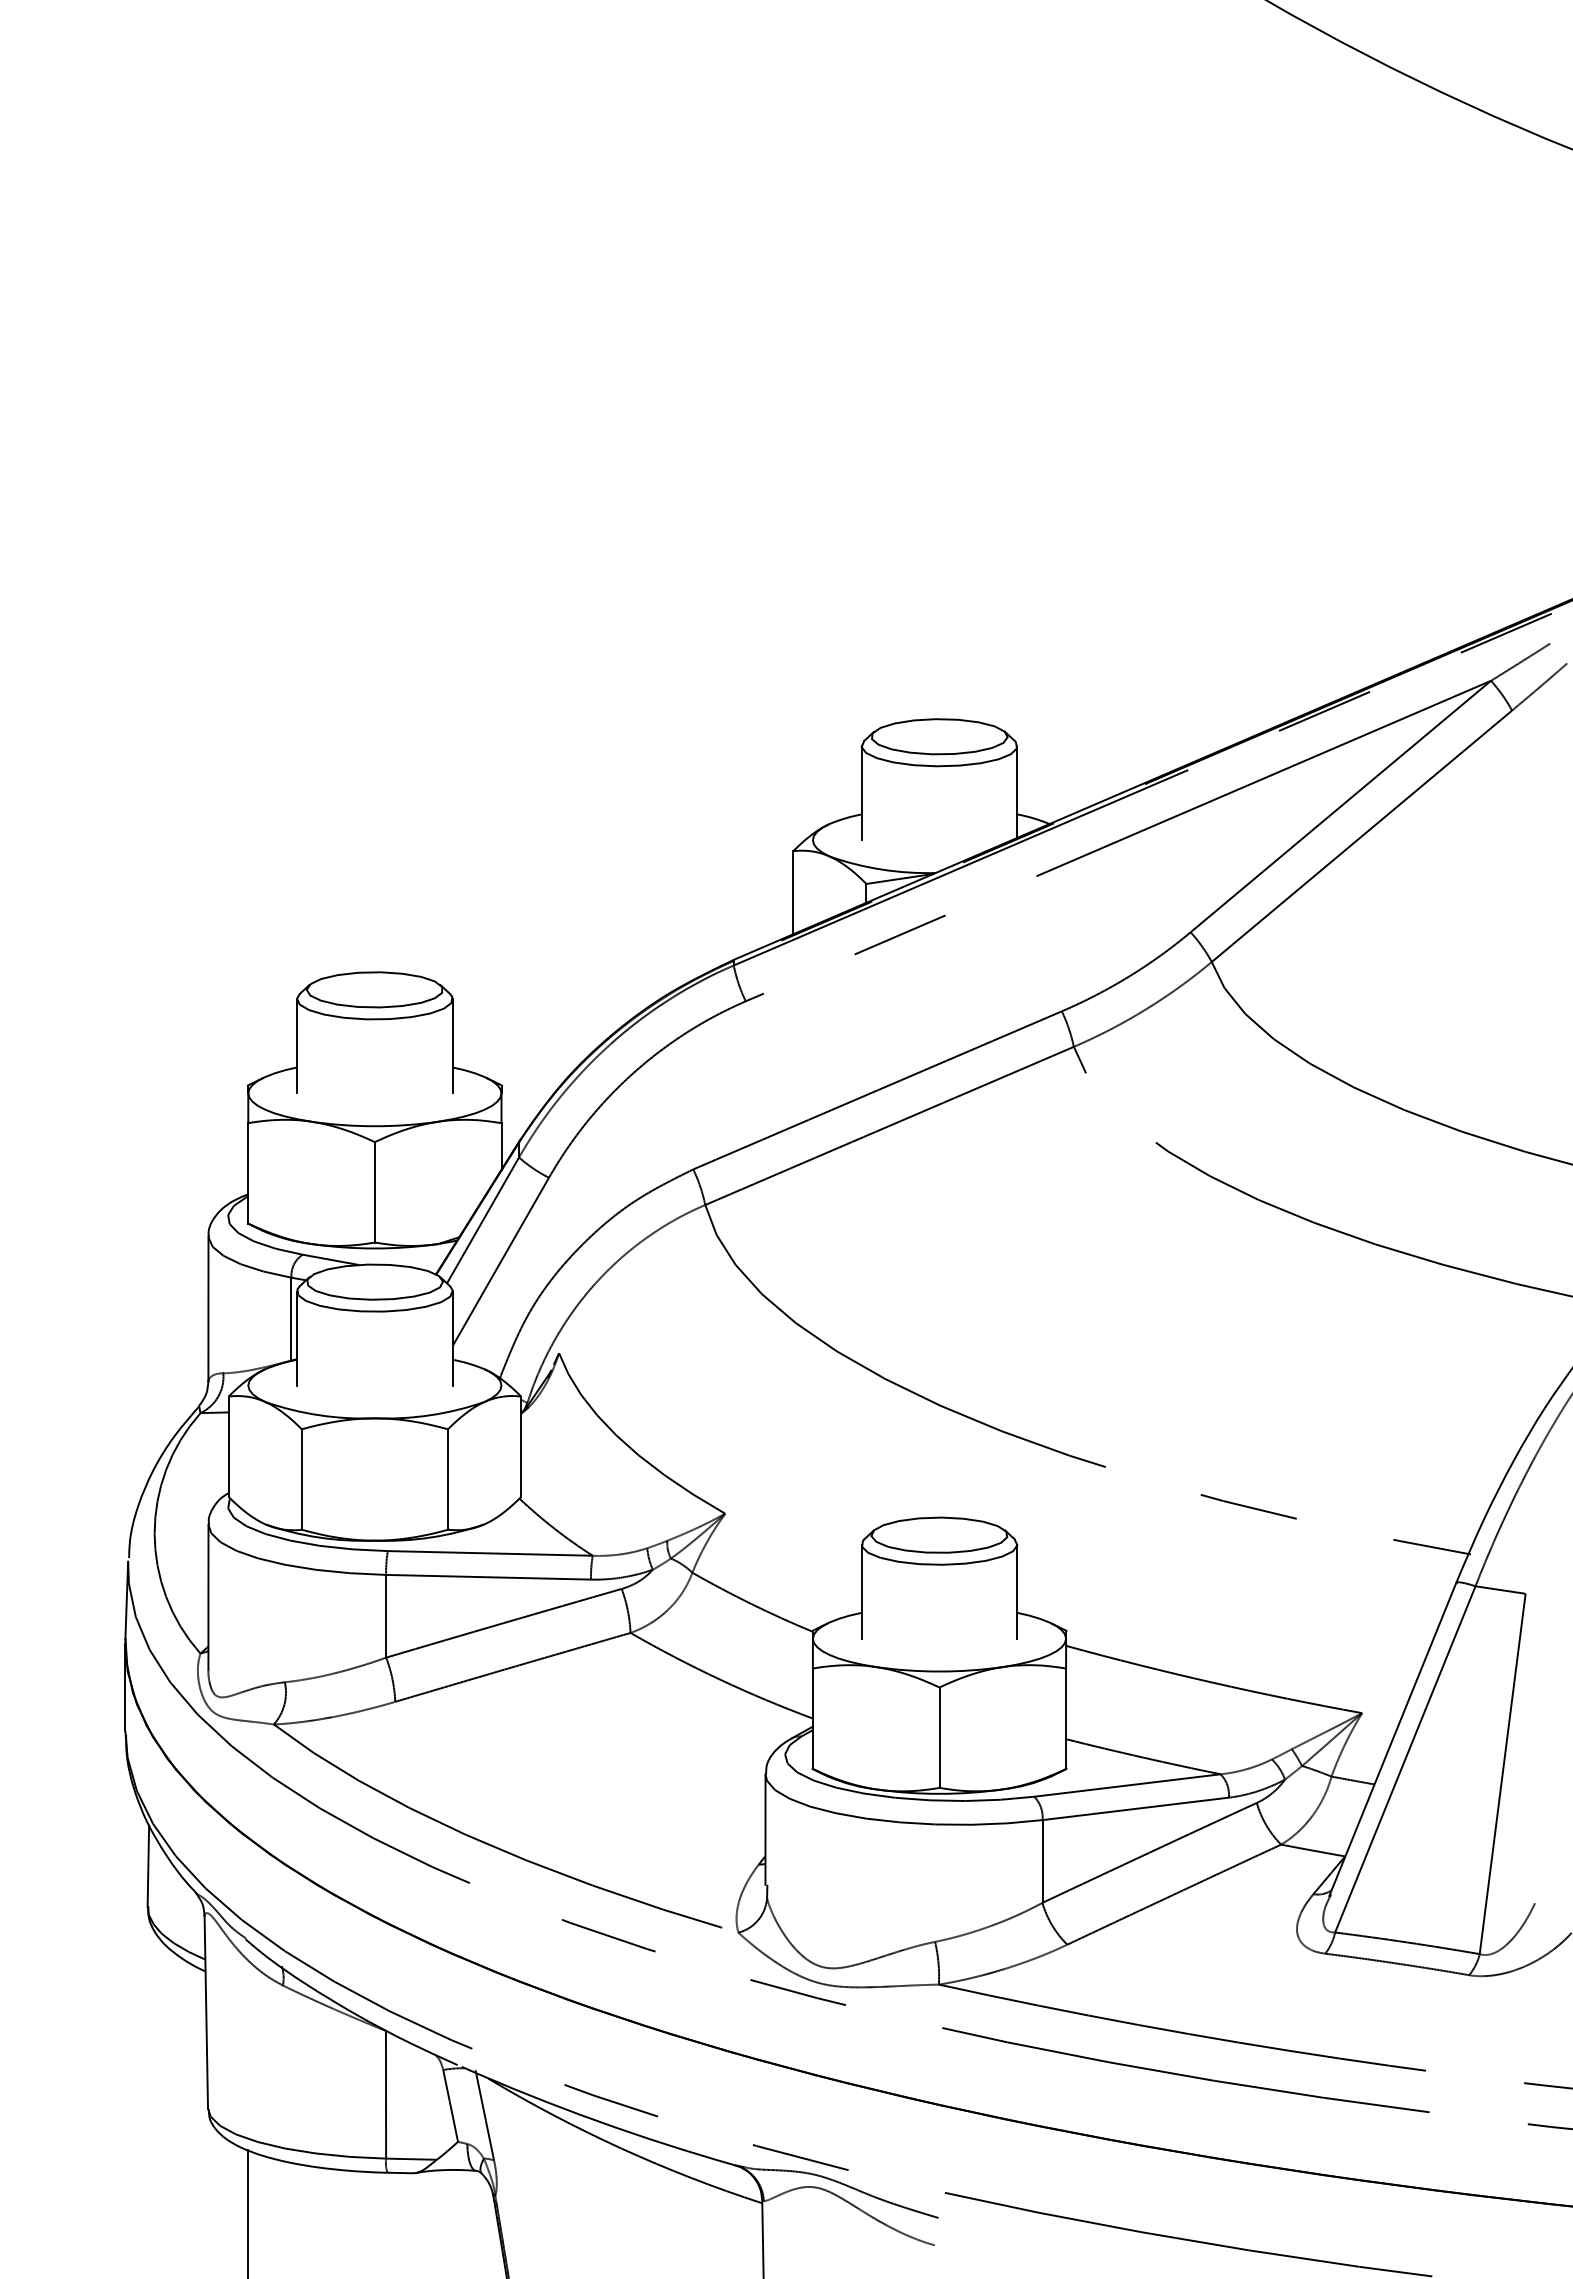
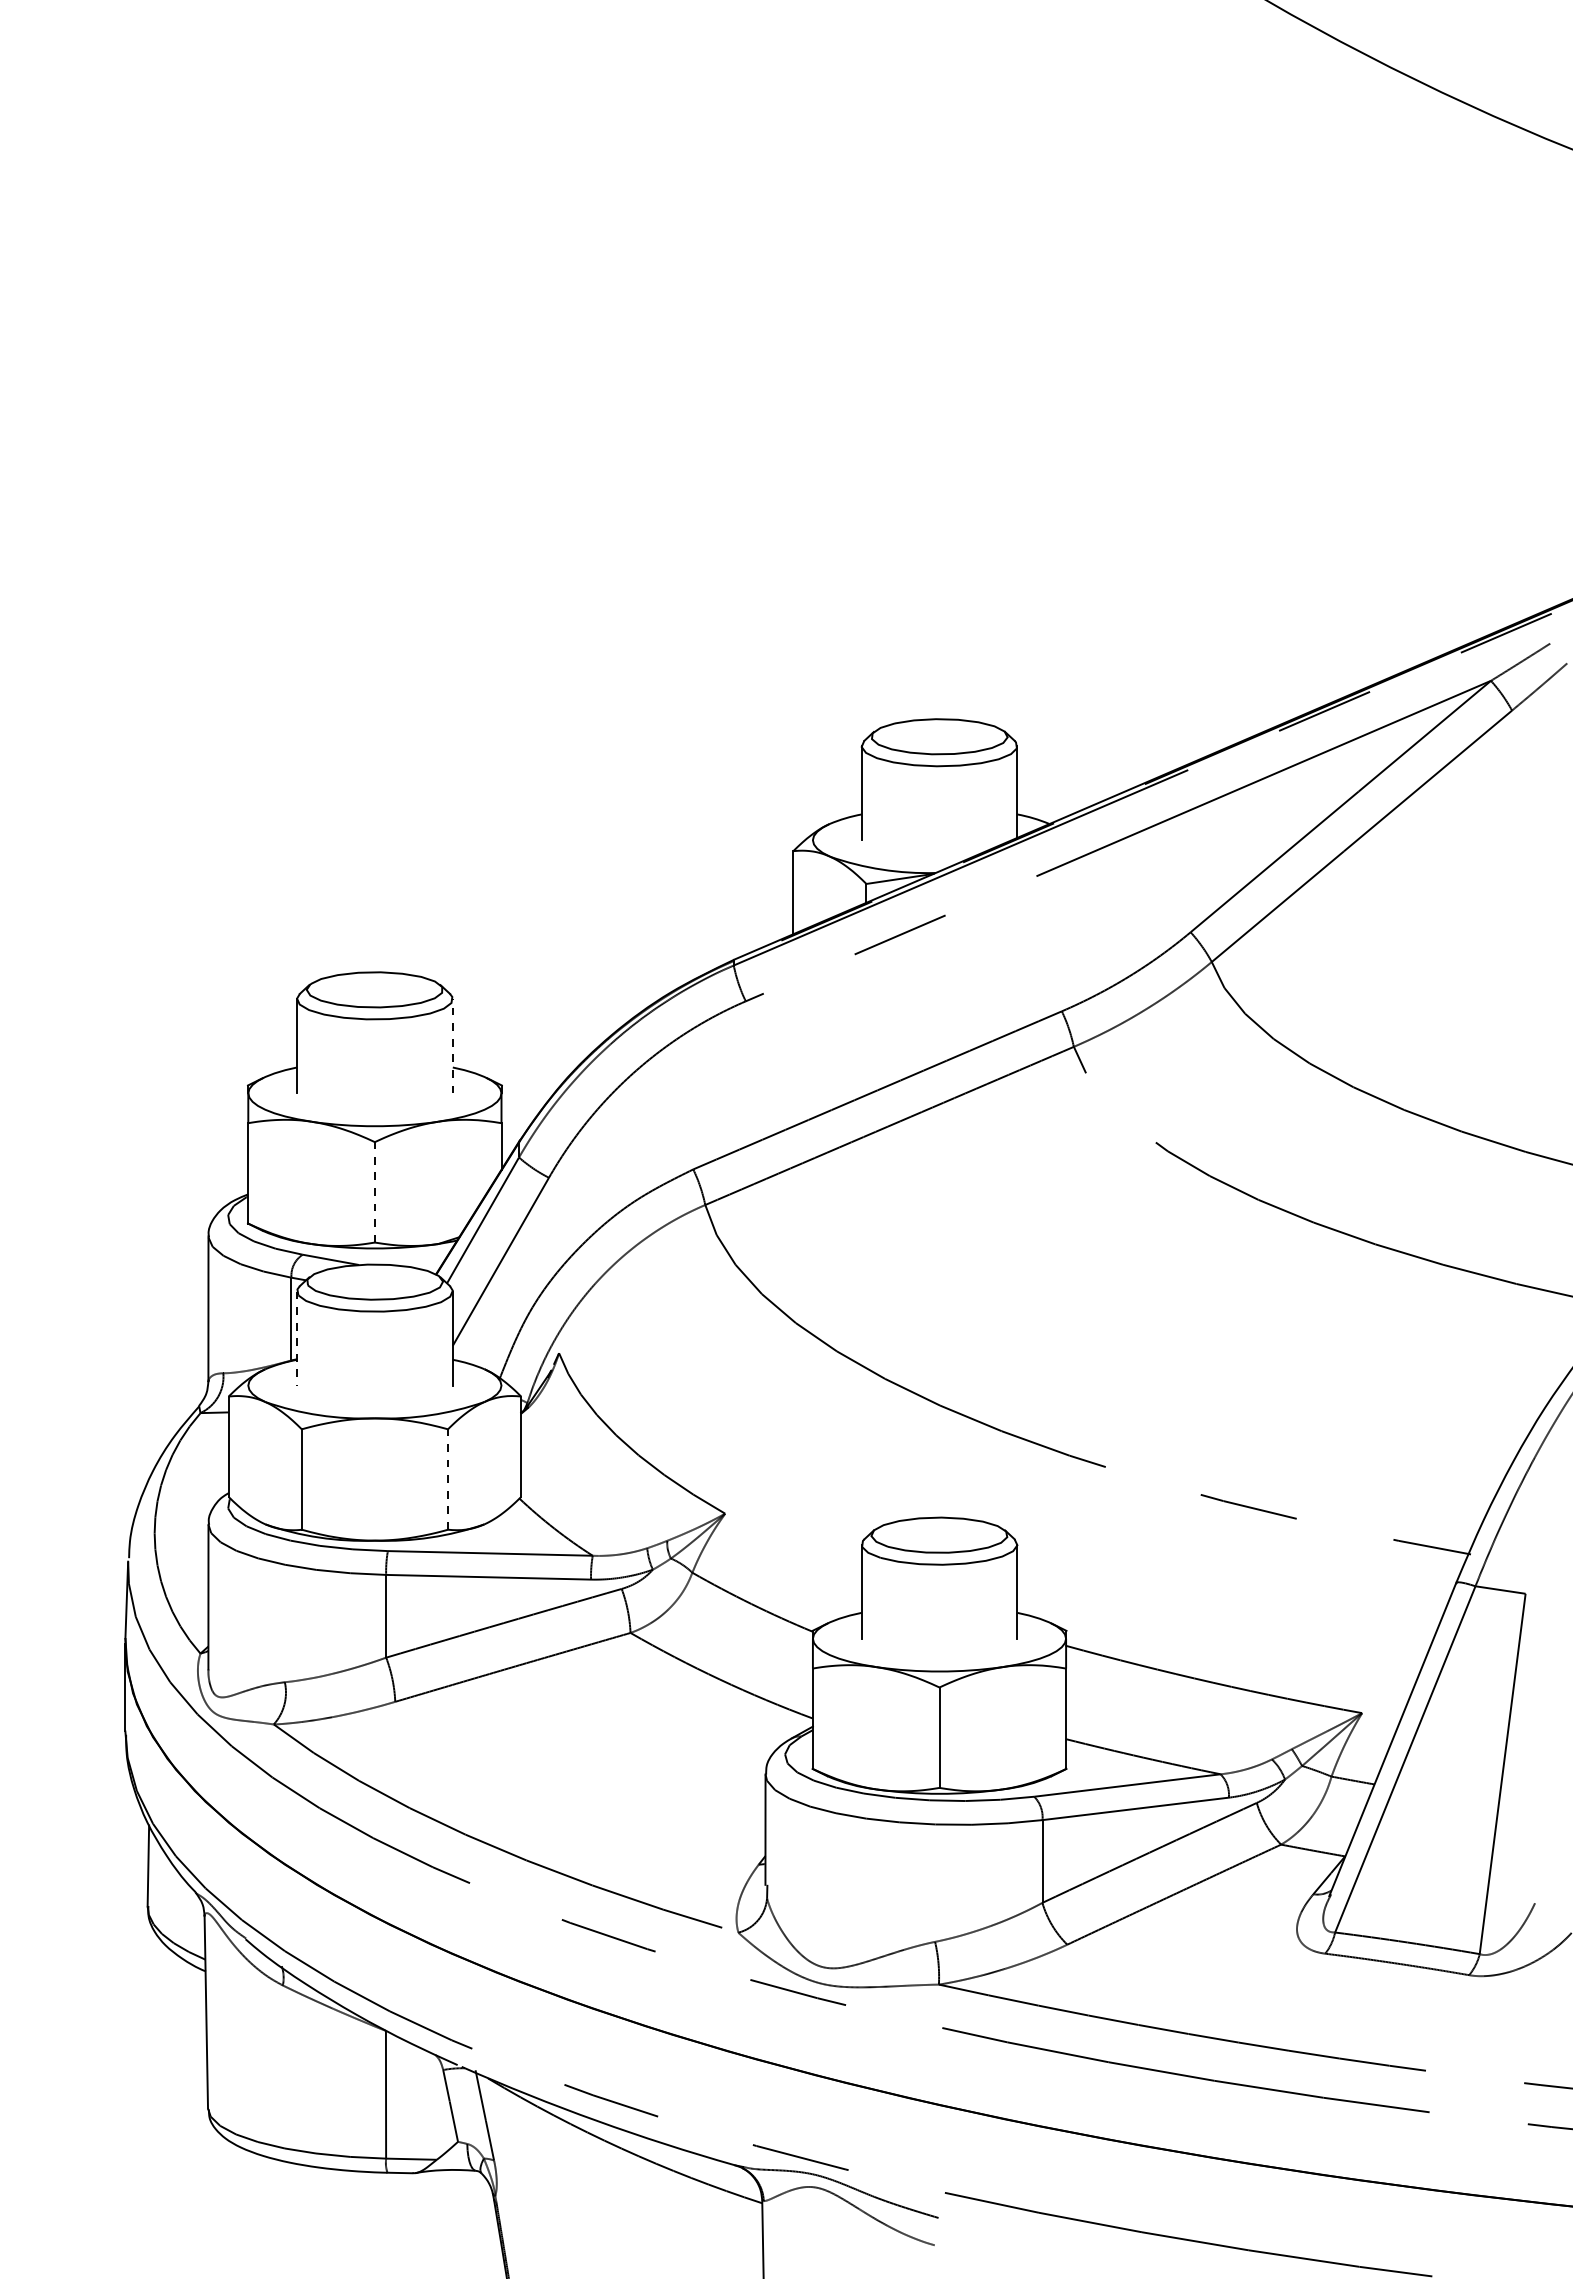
line at (452, 1045): solid -> dashed
line at (374, 1191): solid -> dashed
line at (296, 1339): solid -> dashed
line at (448, 1479): solid -> dashed
line at (248, 2212): present -> none
